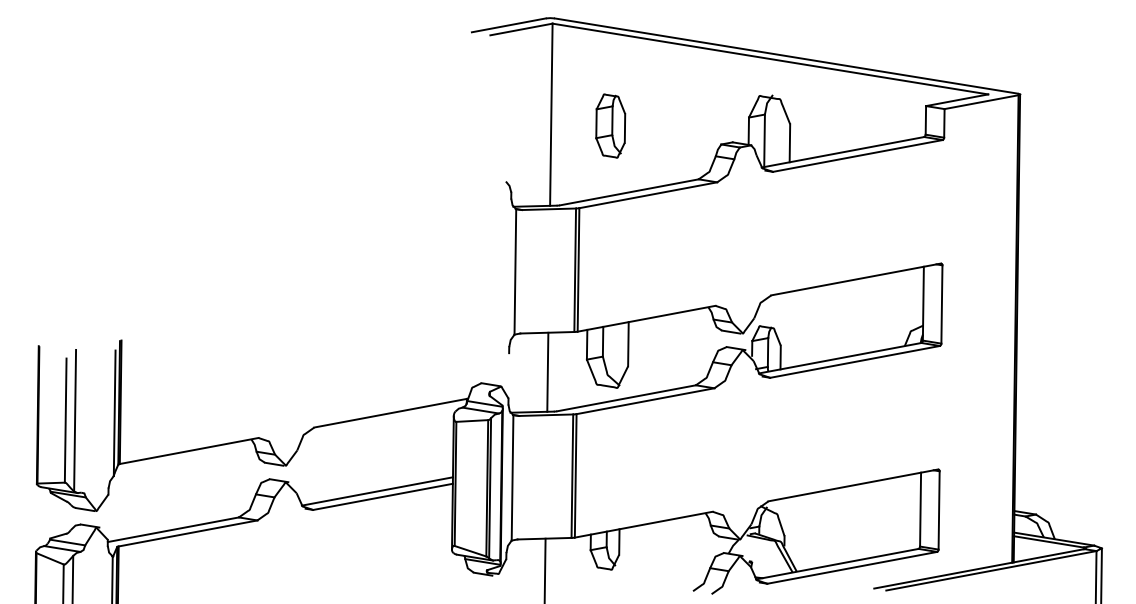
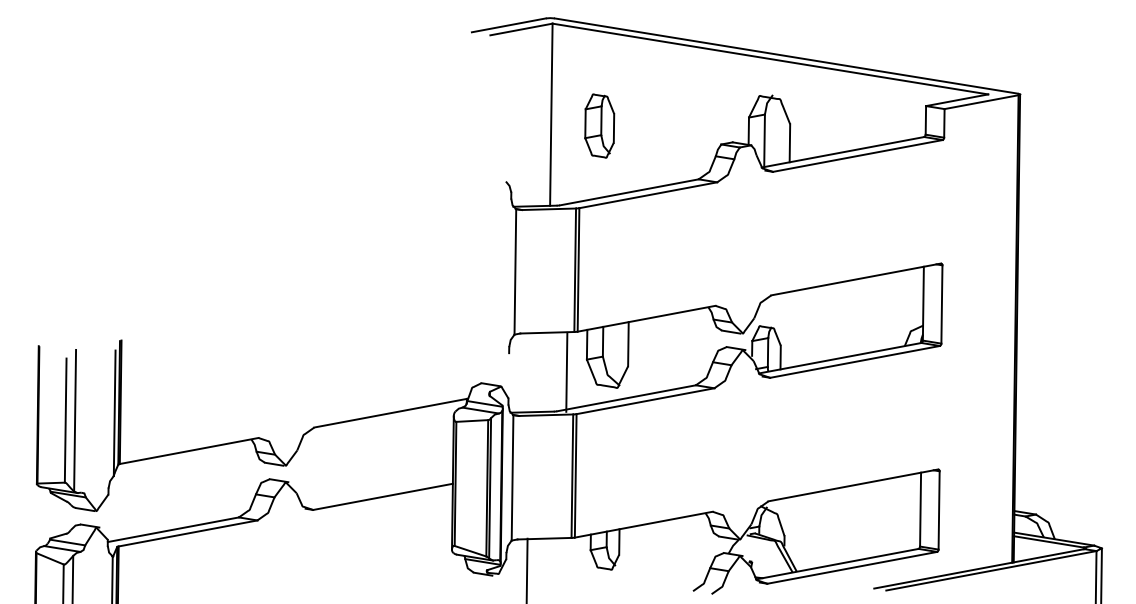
part at (610, 125) position: (610, 125) -> (599, 125)
line at (547, 371) position: (547, 371) -> (566, 371)
line at (376, 491): present -> none
line at (544, 569) position: (544, 569) -> (526, 569)
